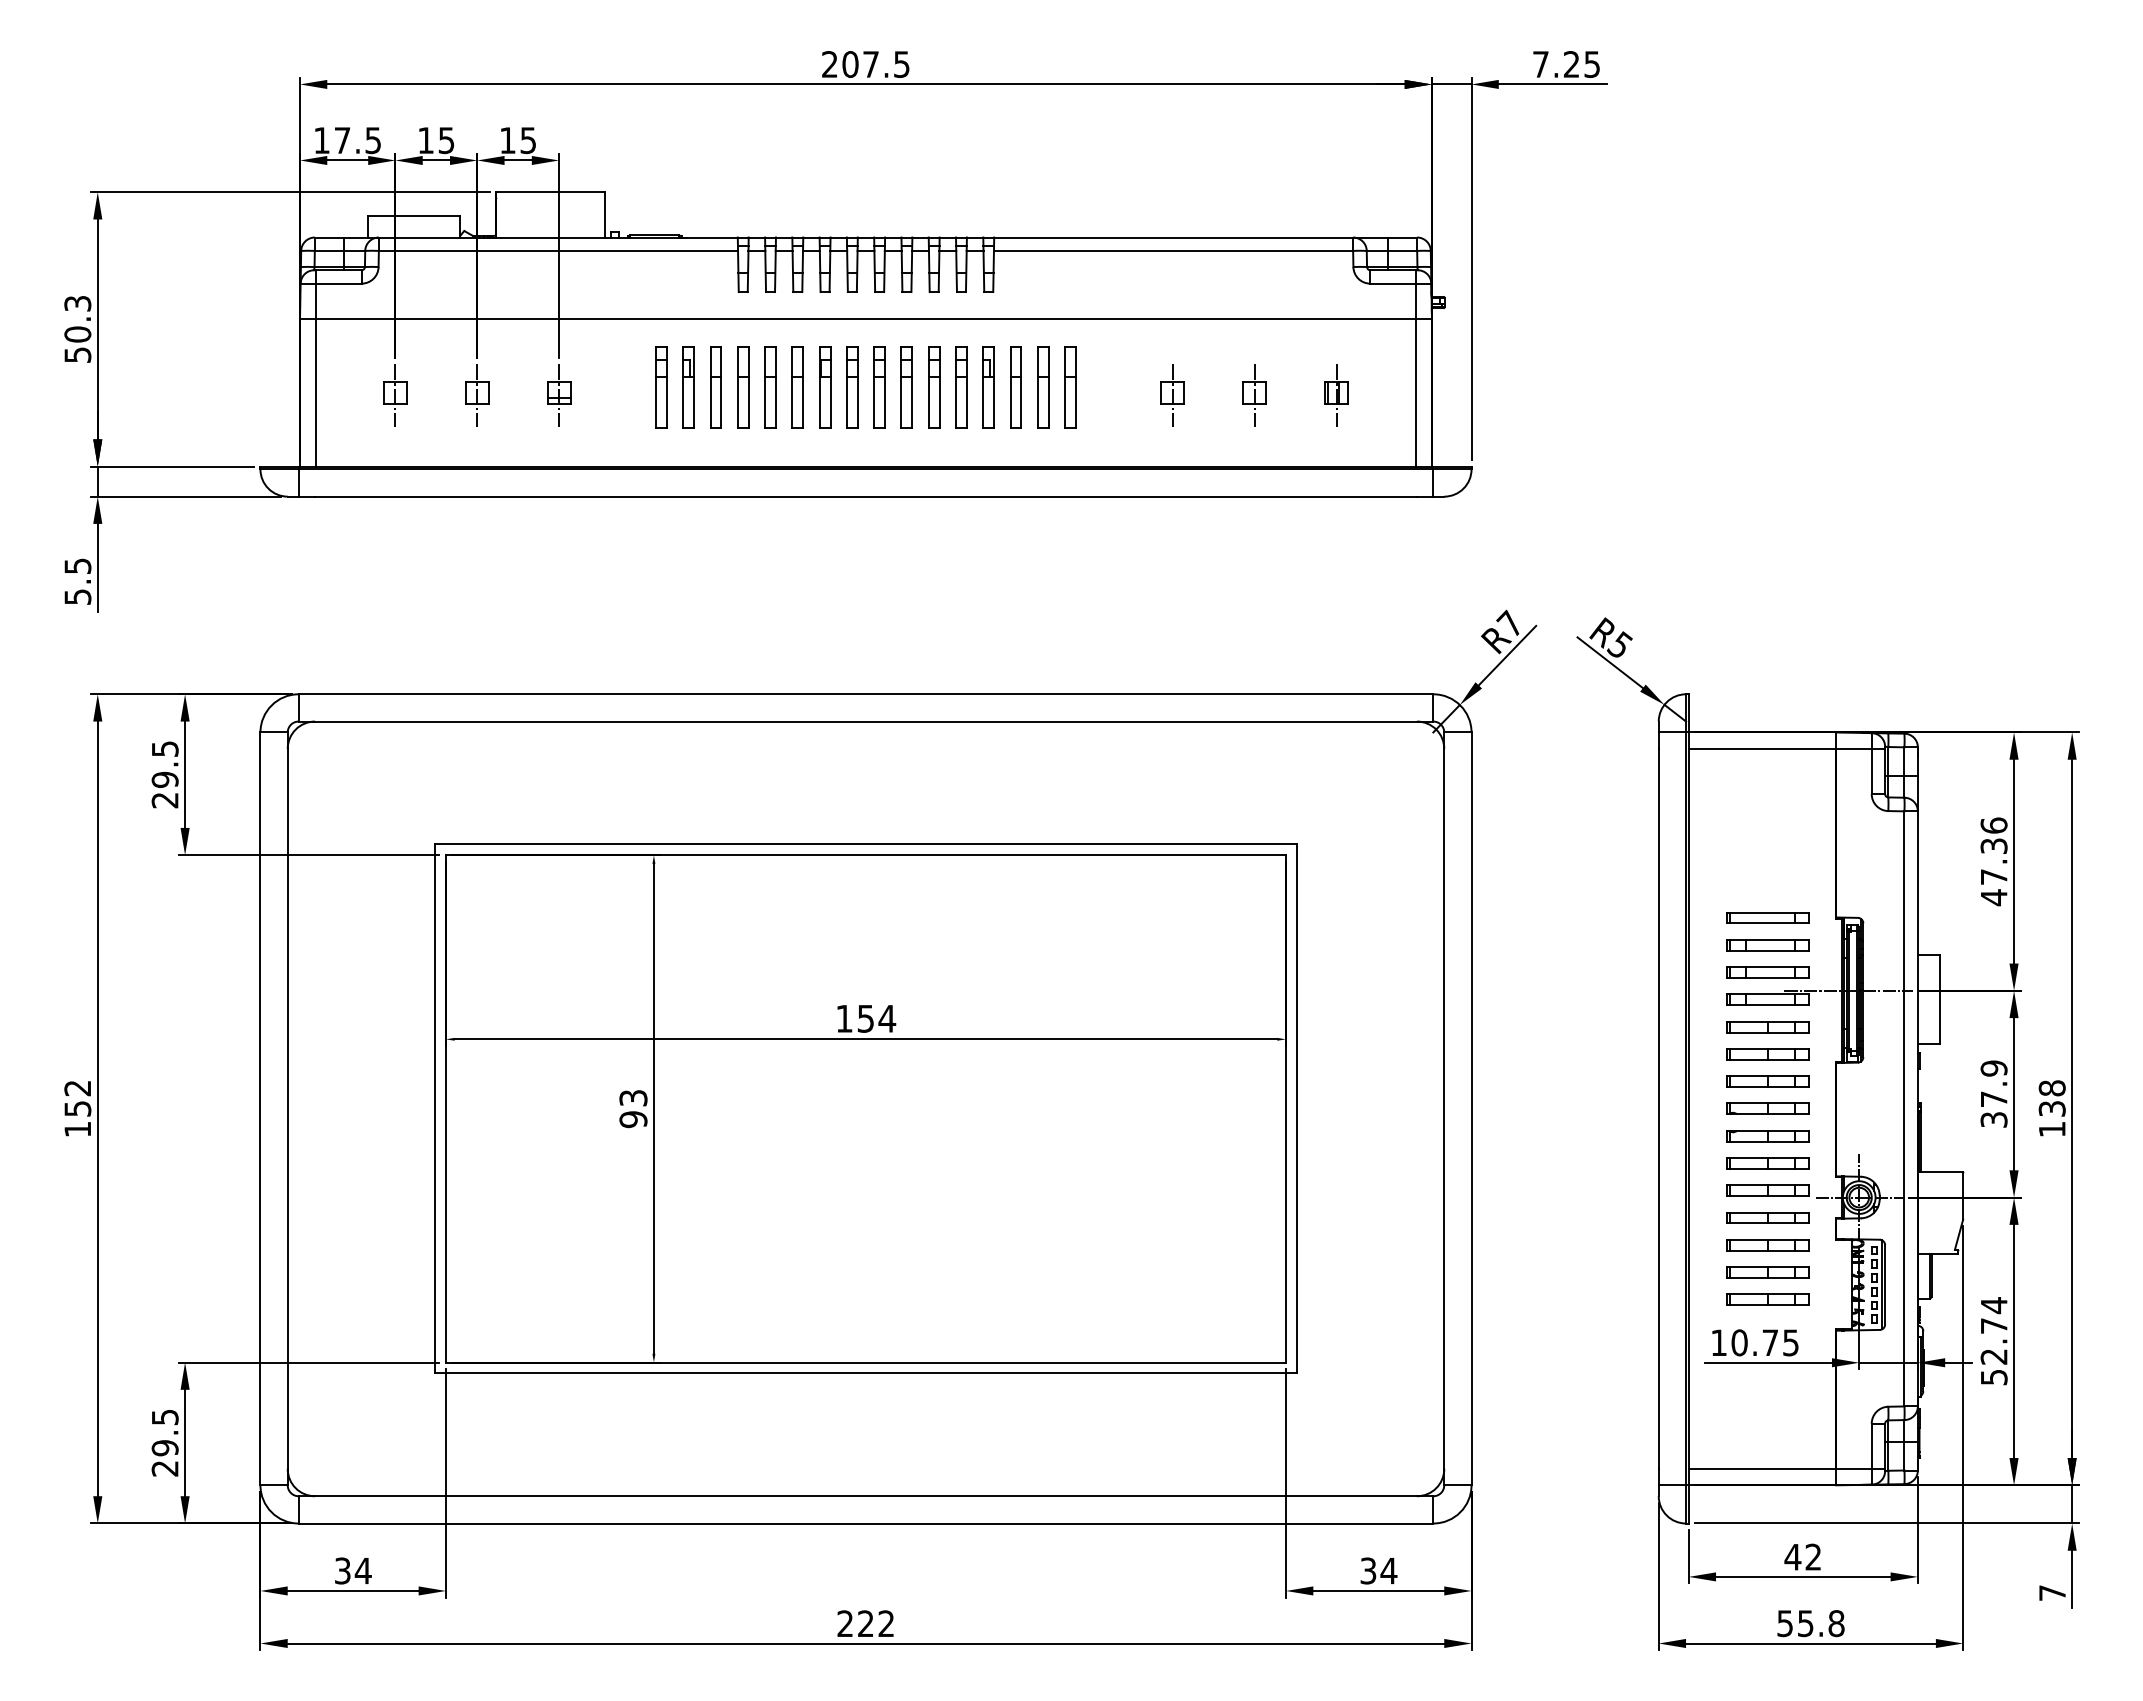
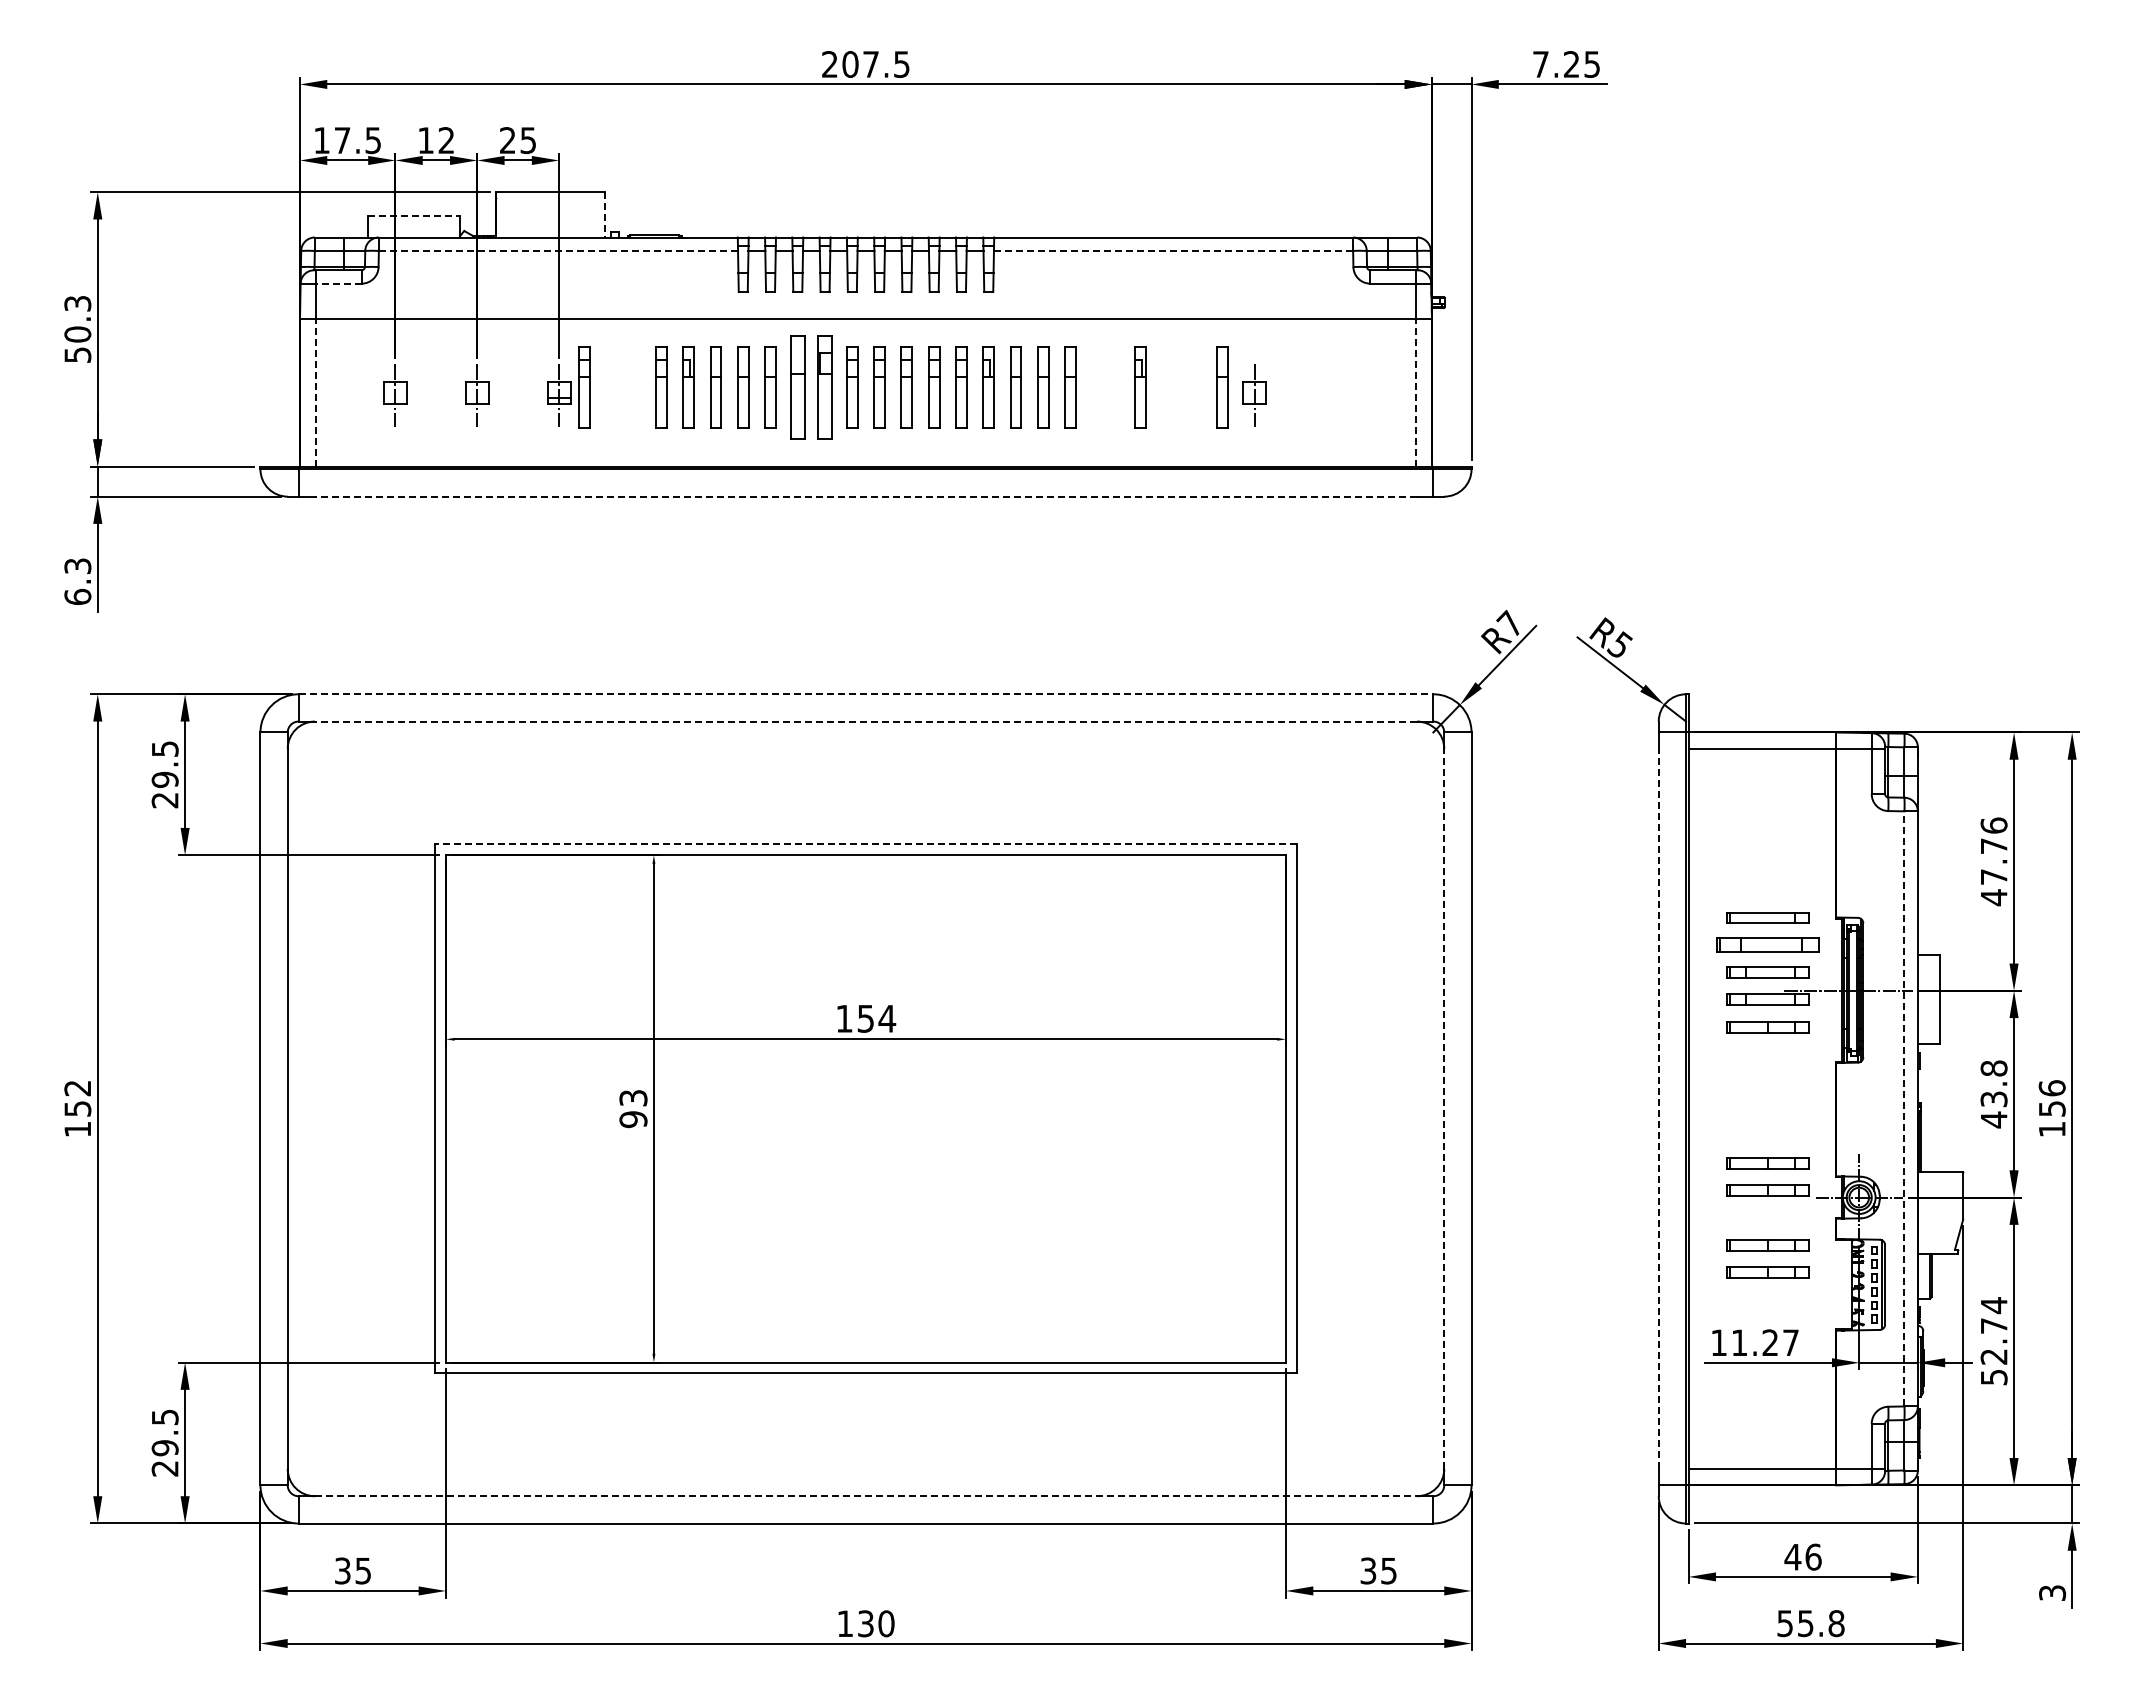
text at (446, 140): 15 -> 12
text at (507, 140): 15 -> 25
line at (605, 214): solid -> dashed
line at (414, 215): solid -> dashed
line at (558, 250): solid -> dashed
line at (1173, 250): solid -> dashed
line at (339, 283): solid -> dashed
part at (584, 387): none -> present
part at (797, 387) size: 13x83 px -> 16x105 px
part at (825, 387) size: 13x83 px -> 16x105 px
part at (1140, 387): none -> present
part at (1222, 387): none -> present
line at (316, 393): solid -> dashed
line at (1415, 393): solid -> dashed
part at (1172, 395): present -> none
part at (1336, 395): present -> none
line at (866, 496): solid -> dashed
text at (77, 581): 5.5 -> 6.3
line at (866, 694): solid -> dashed
line at (866, 721): solid -> dashed
line at (866, 844): solid -> dashed
text at (1993, 845): 47.36 -> 47.76
part at (1767, 945) size: 84x13 px -> 104x16 px
part at (1767, 1054): present -> none
part at (1767, 1081): present -> none
text at (1993, 1094): 37.9 -> 43.8
text at (2051, 1097): 138 -> 156
line at (1444, 1108): solid -> dashed
line at (1658, 1108): solid -> dashed
part at (1767, 1108): present -> none
line at (1904, 1108): solid -> dashed
part at (1767, 1136): present -> none
part at (1767, 1217): present -> none
part at (1767, 1299): present -> none
text at (1764, 1342): 10.75 -> 11.27
line at (866, 1496): solid -> dashed
text at (1813, 1556): 42 -> 46
text at (362, 1571): 34 -> 35
text at (1388, 1571): 34 -> 35
text at (2052, 1592): 7 -> 3
text at (865, 1623): 222 -> 130
